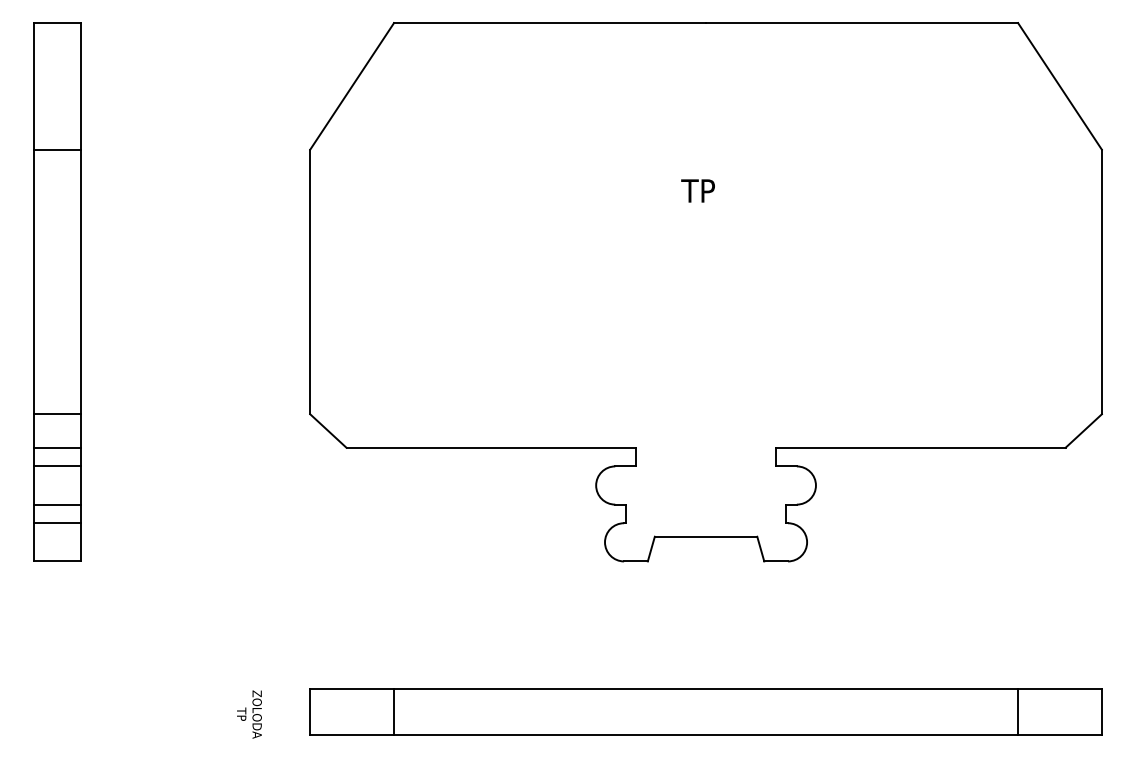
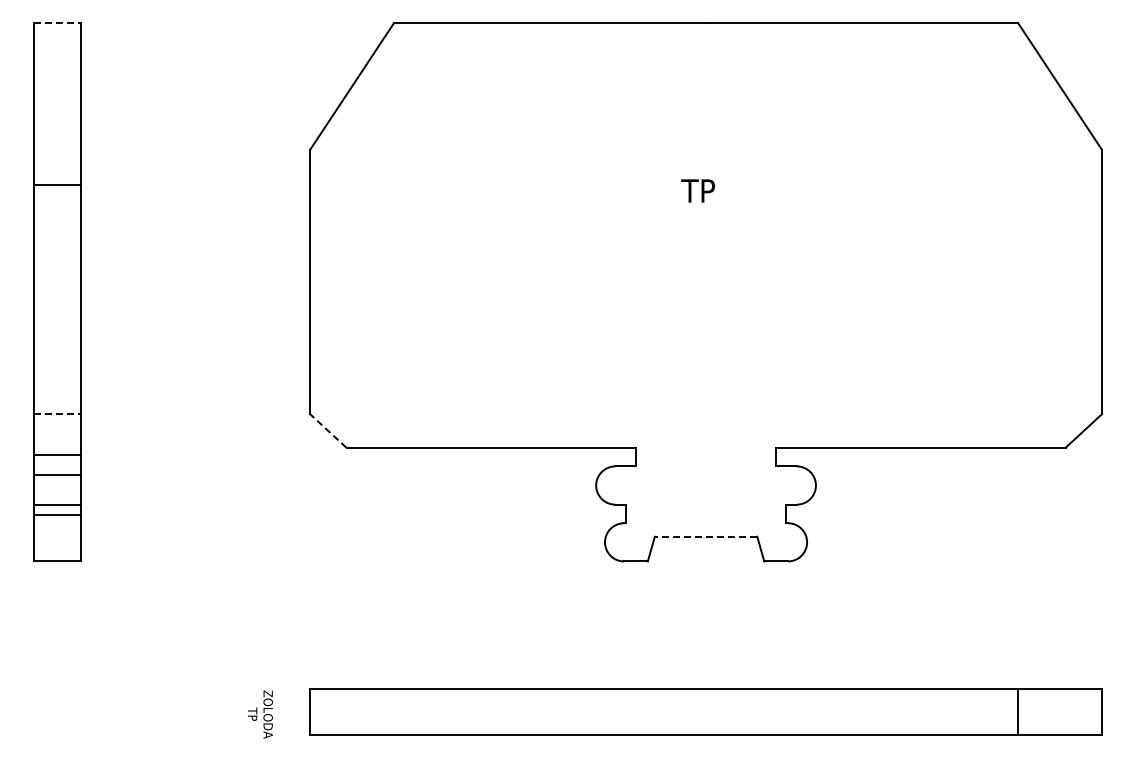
line at (57, 23): solid -> dashed
line at (57, 149) position: (57, 149) -> (57, 184)
line at (57, 414): solid -> dashed
line at (328, 431): solid -> dashed
line at (57, 447) position: (57, 447) -> (57, 454)
line at (57, 466) position: (57, 466) -> (57, 475)
line at (57, 523) position: (57, 523) -> (57, 515)
line at (705, 536): solid -> dashed
line at (394, 711): present -> none
text at (249, 714) position: (249, 714) -> (260, 714)
